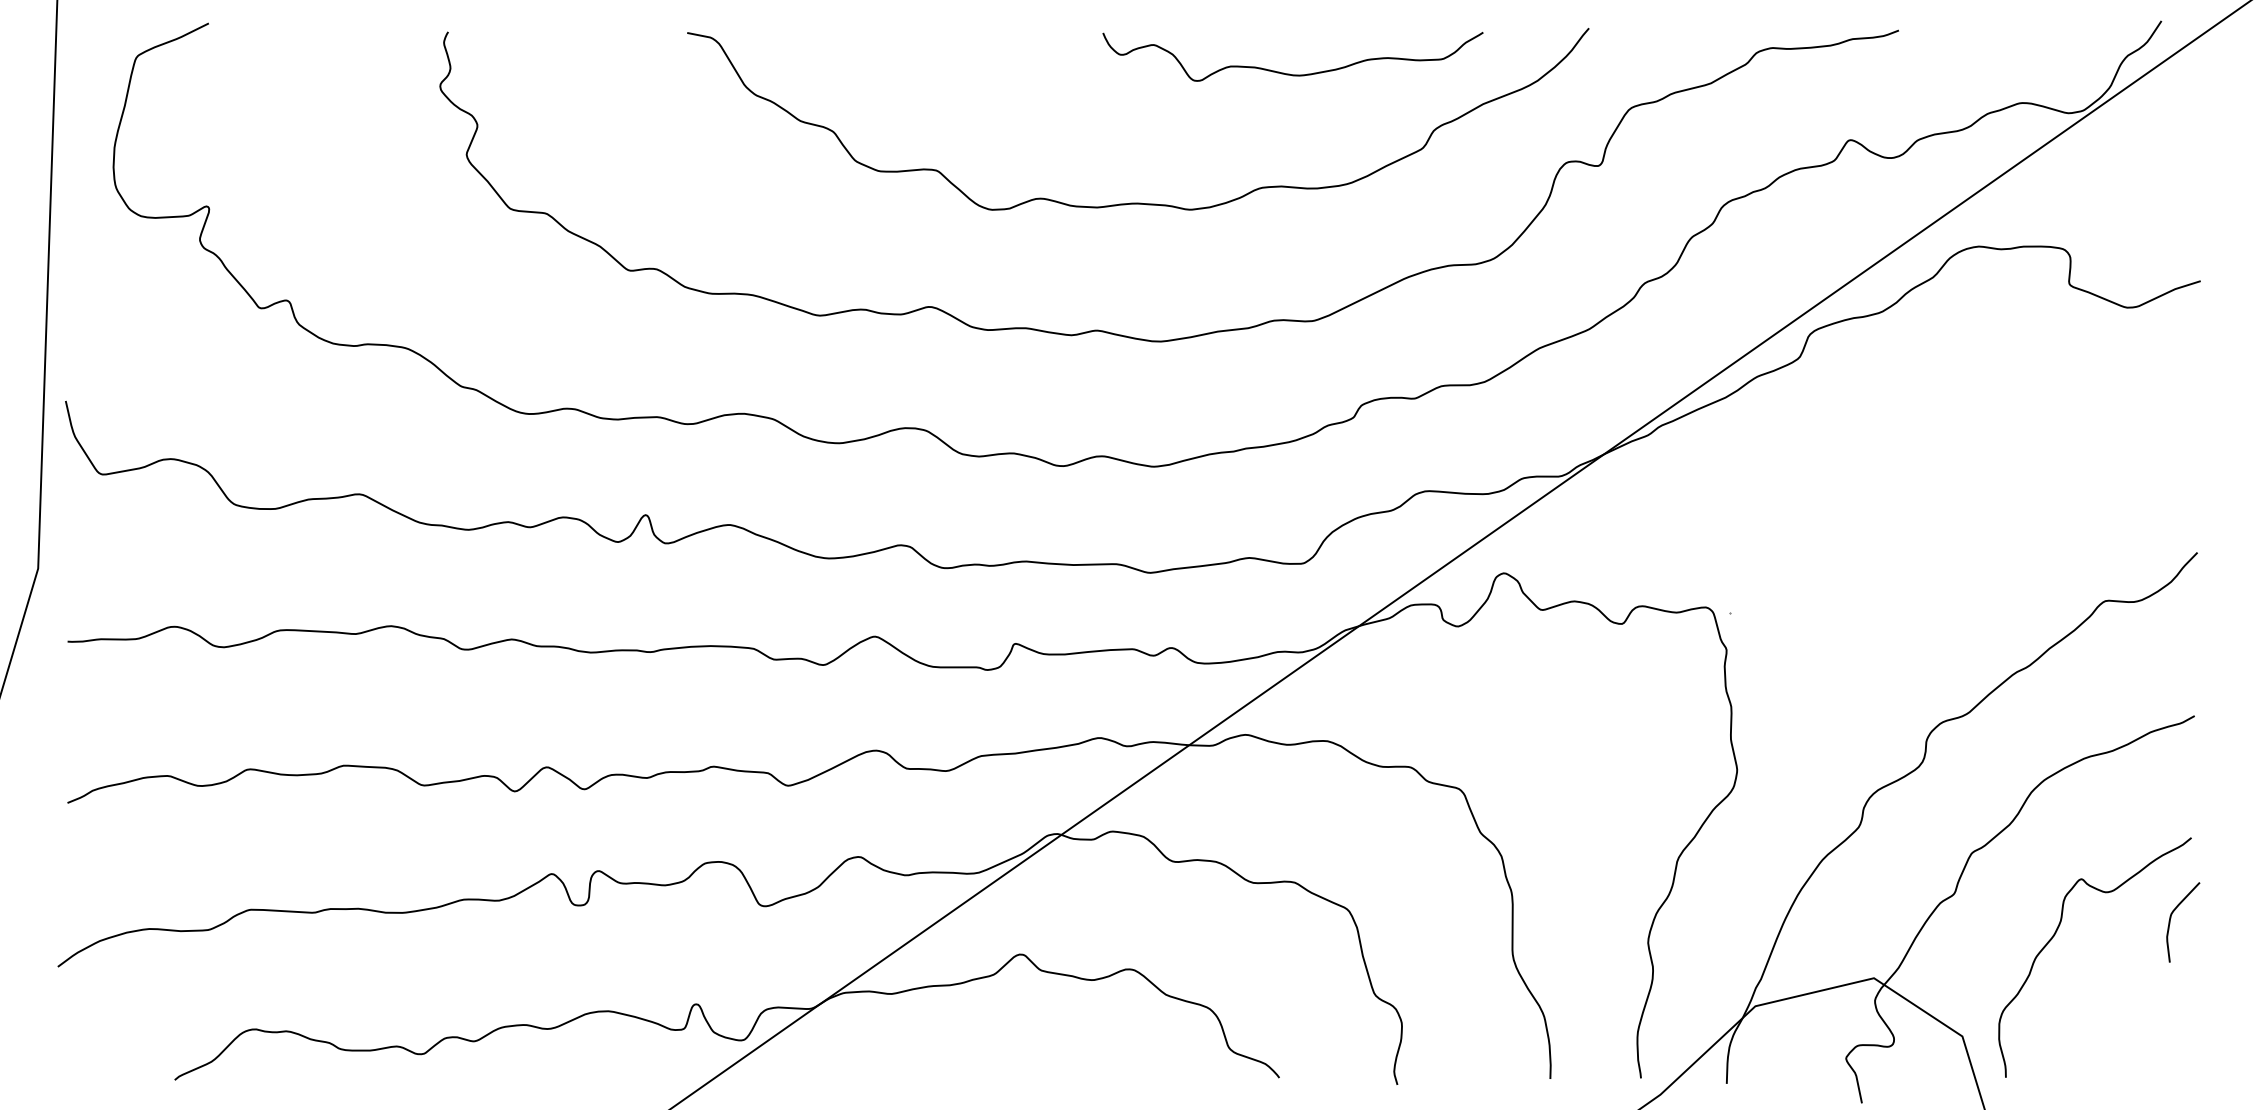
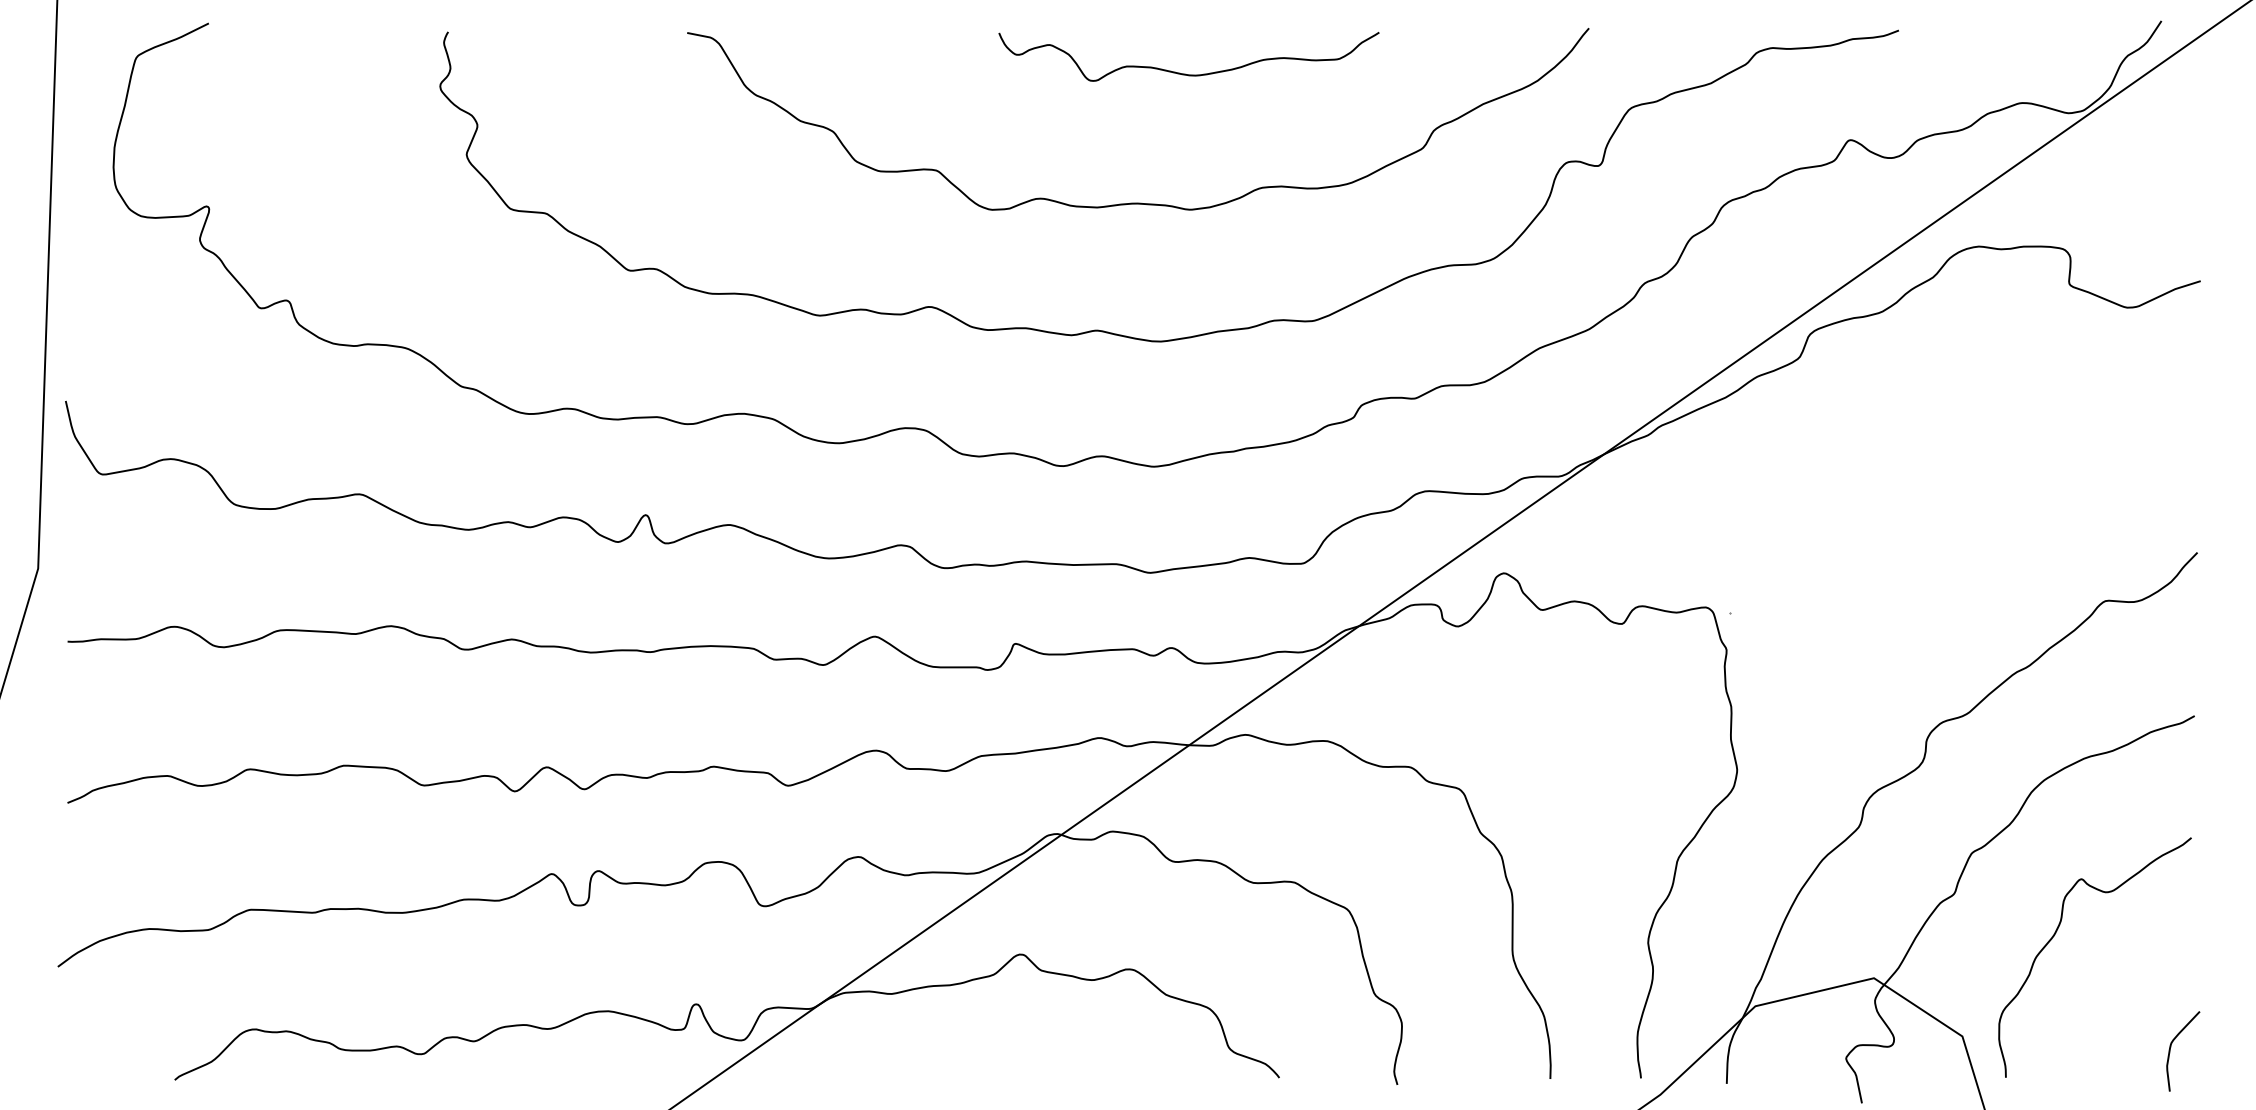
curve at (1289, 73) position: (1289, 73) -> (1185, 73)
curve at (2171, 918) position: (2171, 918) -> (2171, 1047)
